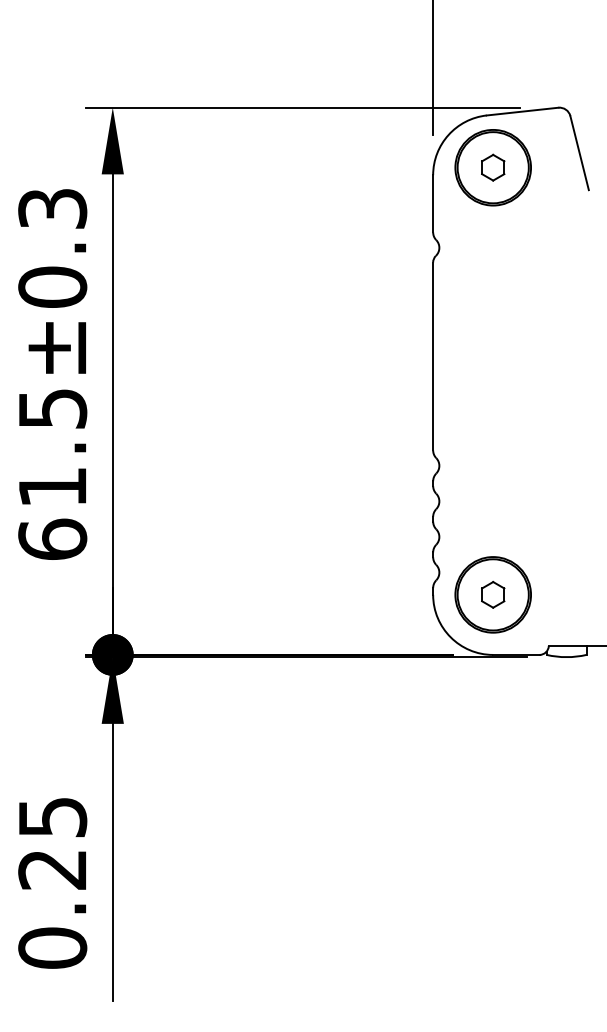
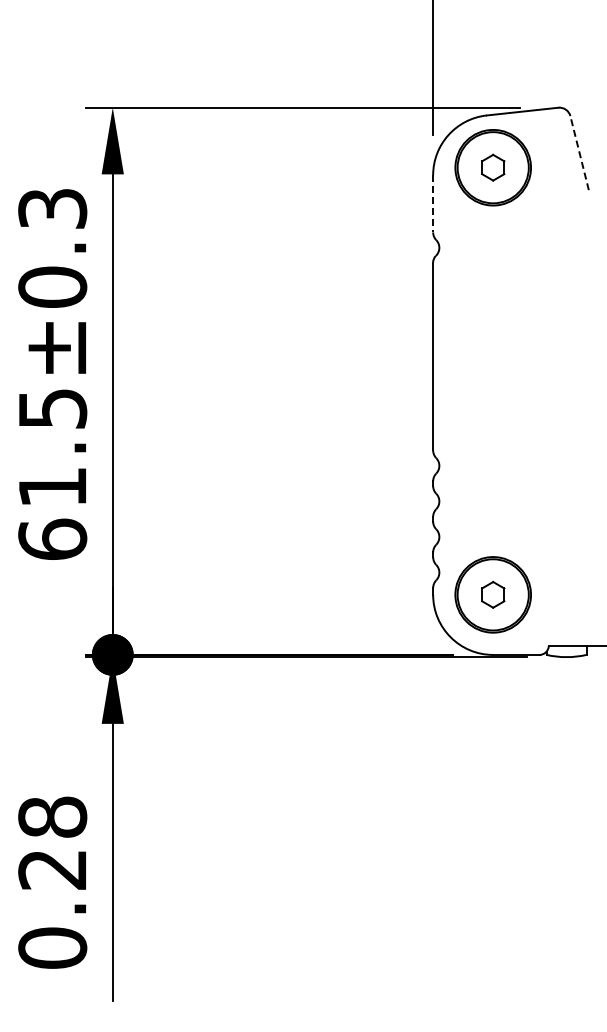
line at (579, 152): solid -> dashed
line at (433, 203): solid -> dashed
text at (52, 816): 0.25 -> 0.28
